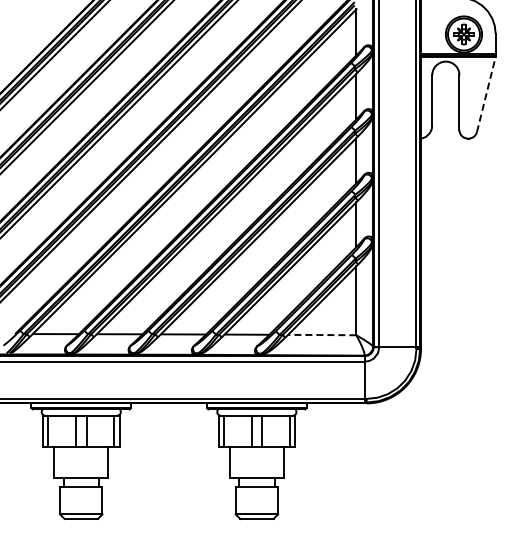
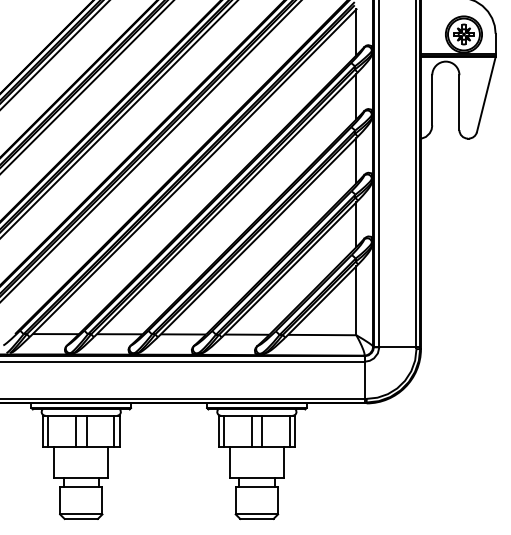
line at (486, 94): dashed -> solid
line at (321, 335): dashed -> solid
